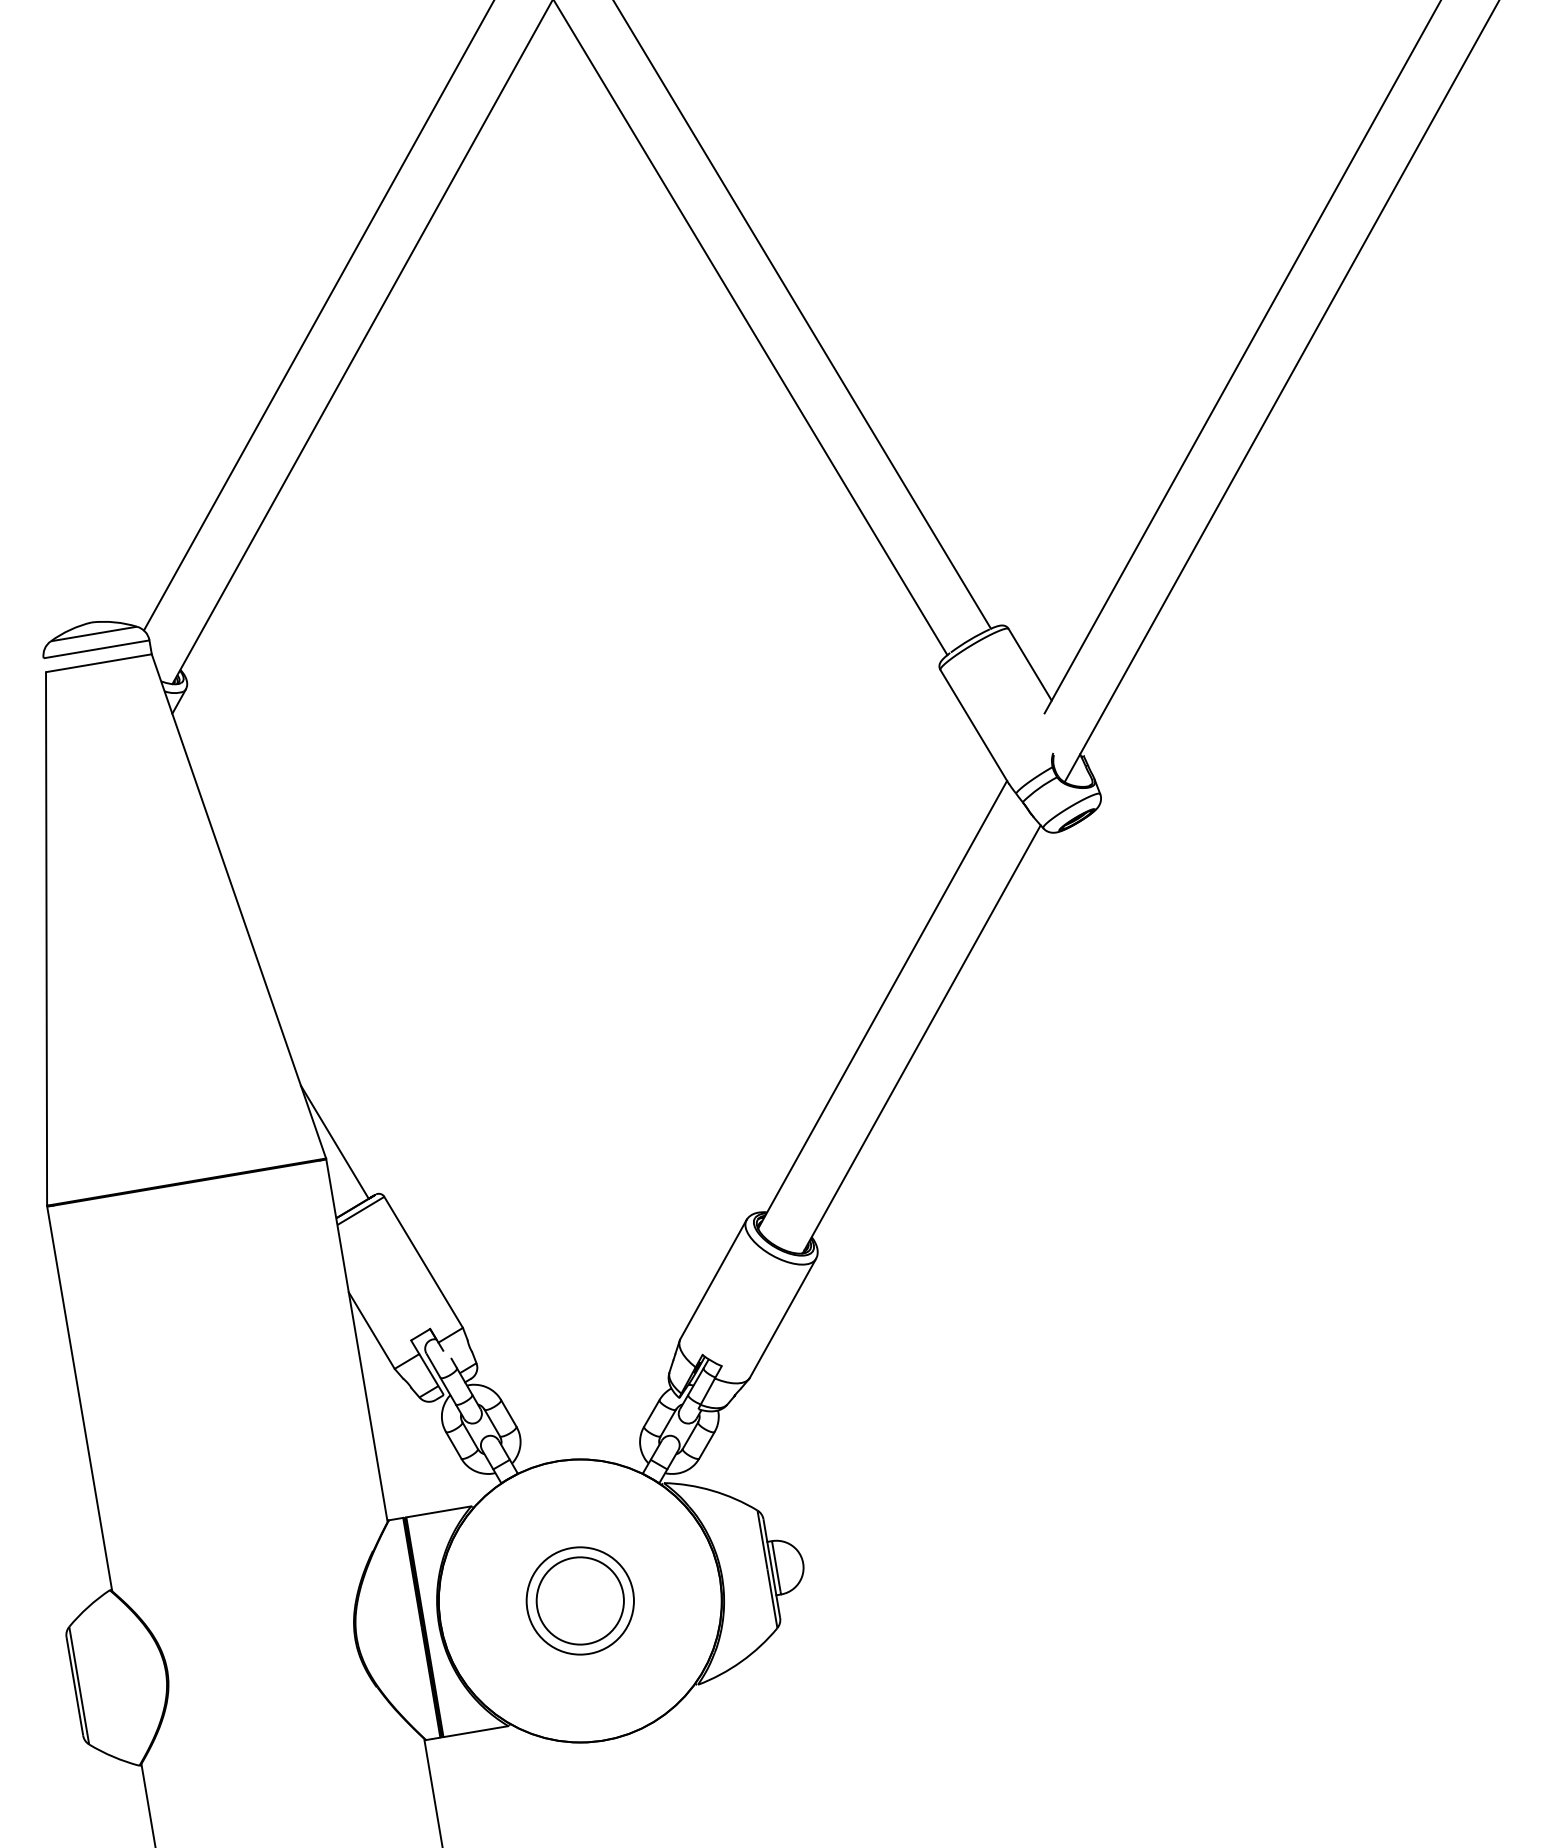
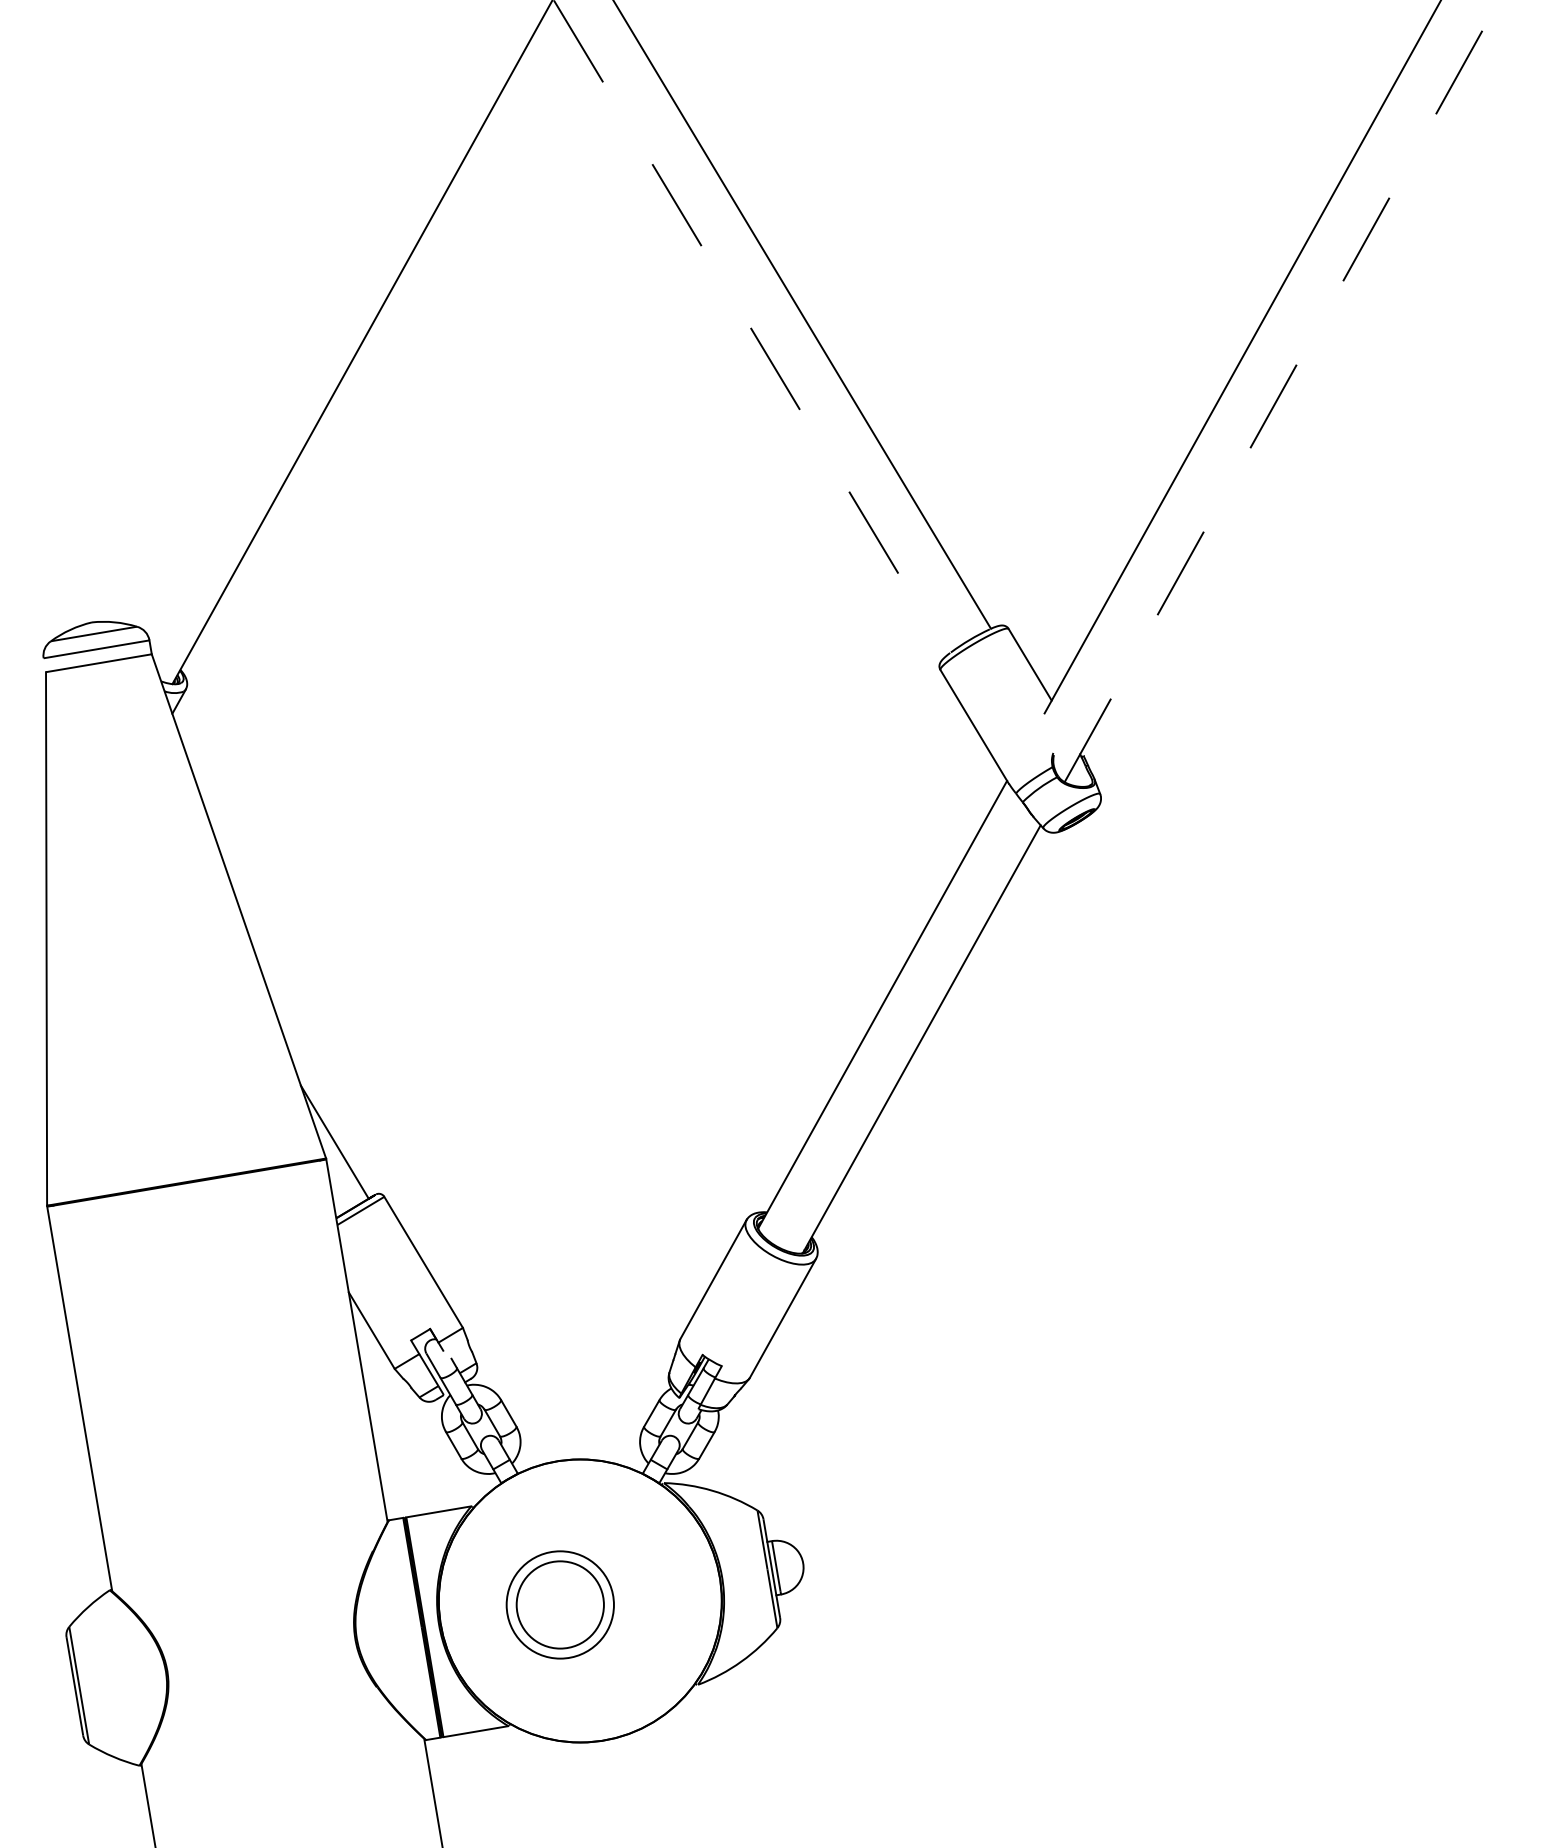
line at (318, 316): present -> none
line at (750, 327): solid -> dashed
line at (1282, 390): solid -> dashed
part at (579, 1600) position: (579, 1600) -> (559, 1604)
